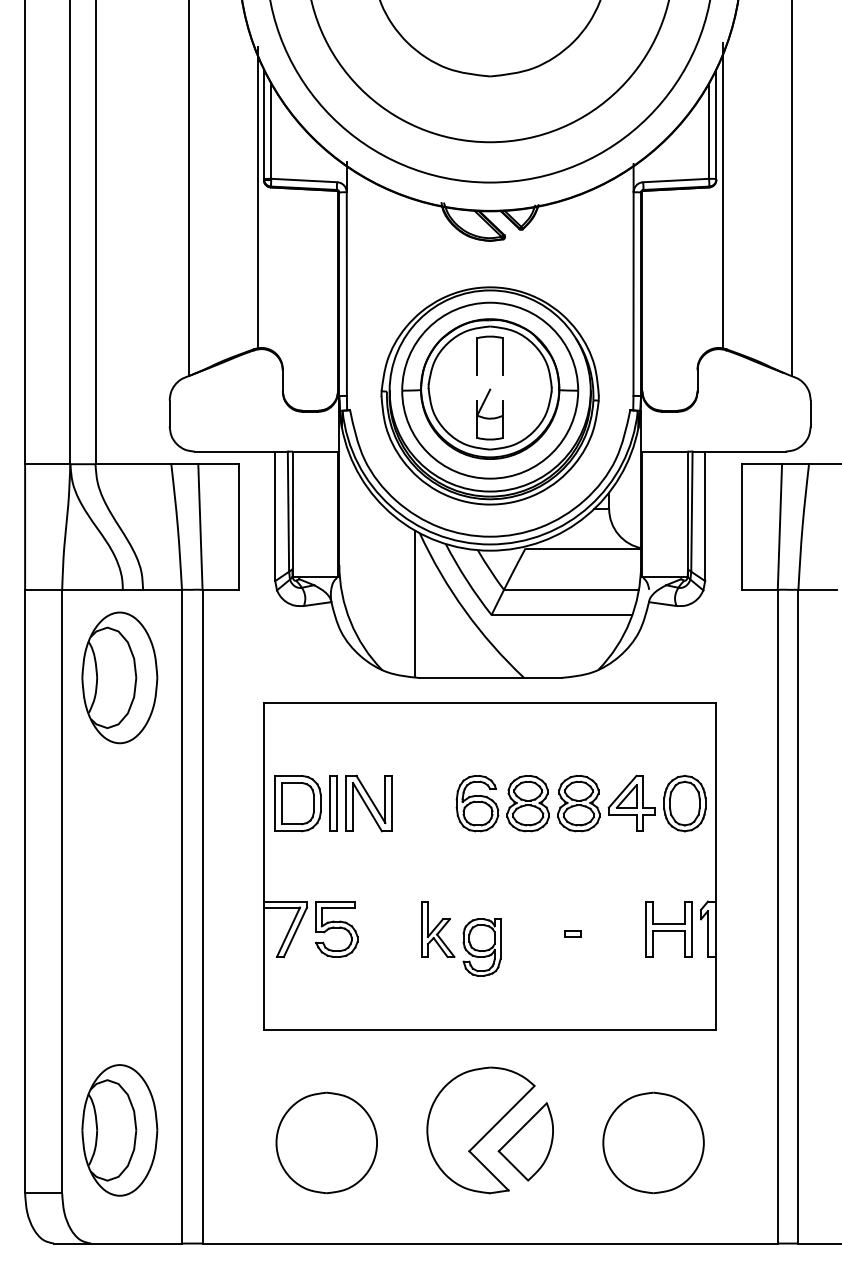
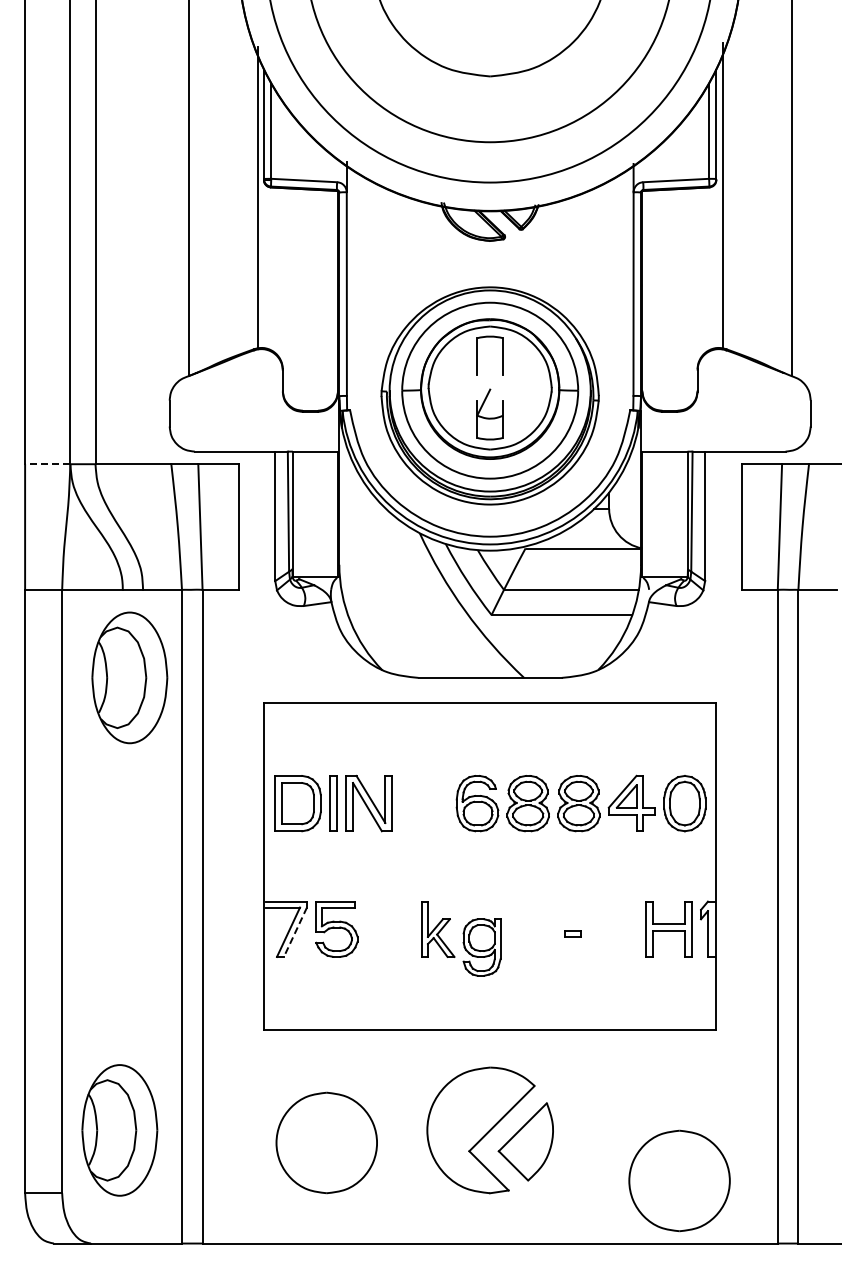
line at (47, 464): solid -> dashed
line at (414, 603): present -> none
part at (119, 677) position: (119, 677) -> (129, 677)
line at (295, 932): solid -> dashed
part at (653, 1142) position: (653, 1142) -> (679, 1180)
